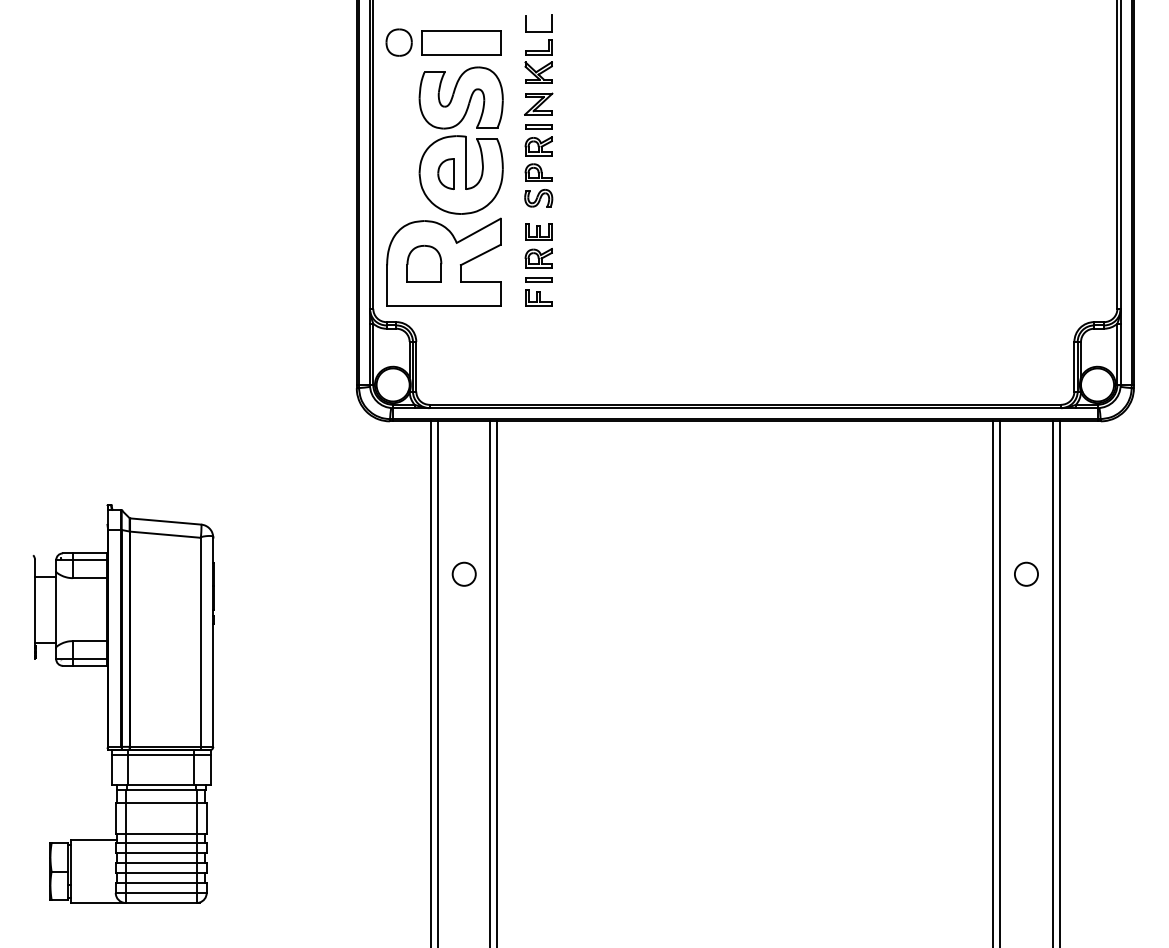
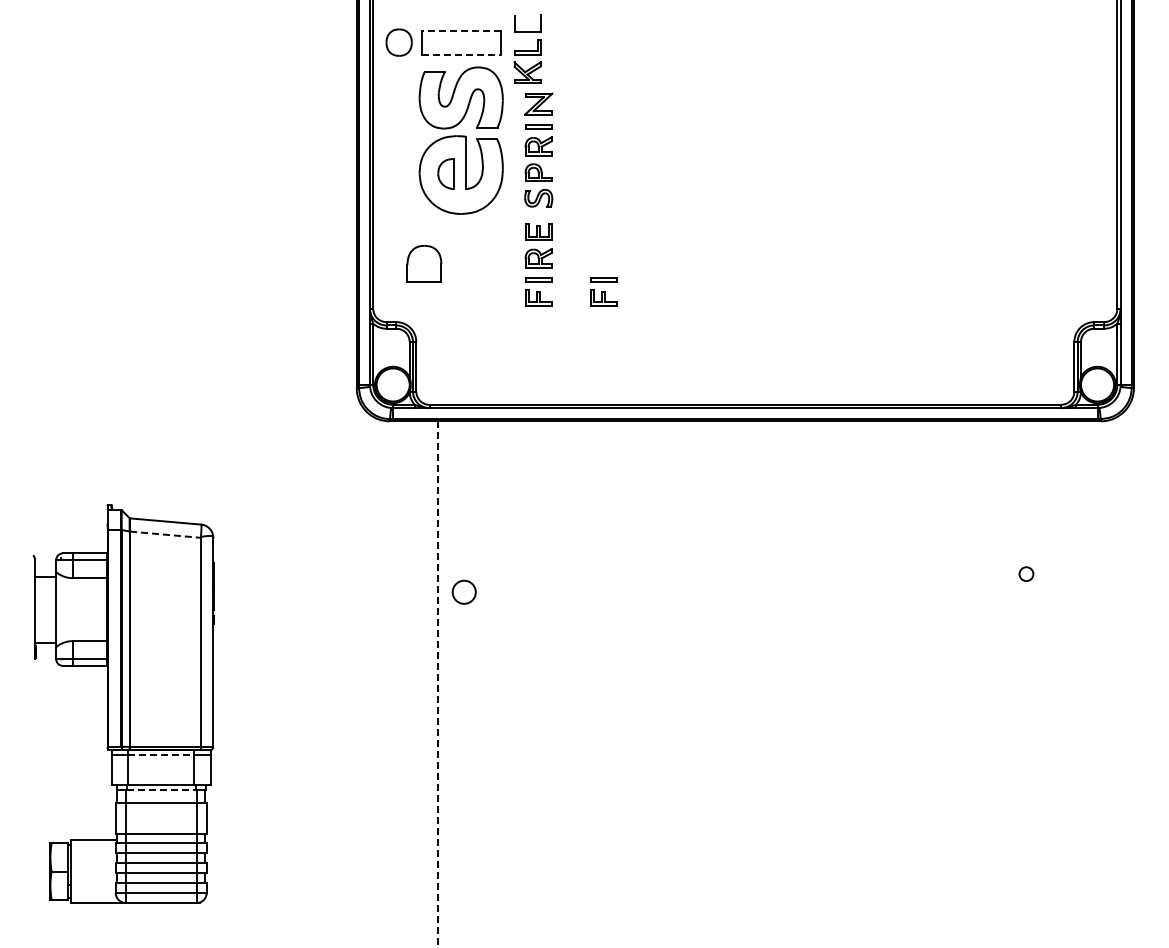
line at (460, 30): solid -> dashed
part at (538, 48) position: (538, 48) -> (527, 48)
line at (461, 54): solid -> dashed
part at (443, 261): present -> none
part at (603, 291): none -> present
line at (165, 534): solid -> dashed
circle at (463, 573) position: (463, 573) -> (463, 591)
circle at (1026, 573) size: 25x26 px -> 17x16 px
line at (431, 682): present -> none
line at (490, 682): present -> none
line at (497, 682): present -> none
line at (993, 682): present -> none
line at (1000, 682): present -> none
line at (1052, 682): present -> none
line at (1059, 682): present -> none
line at (438, 684): solid -> dashed
line at (161, 755): solid -> dashed
line at (161, 789): solid -> dashed
